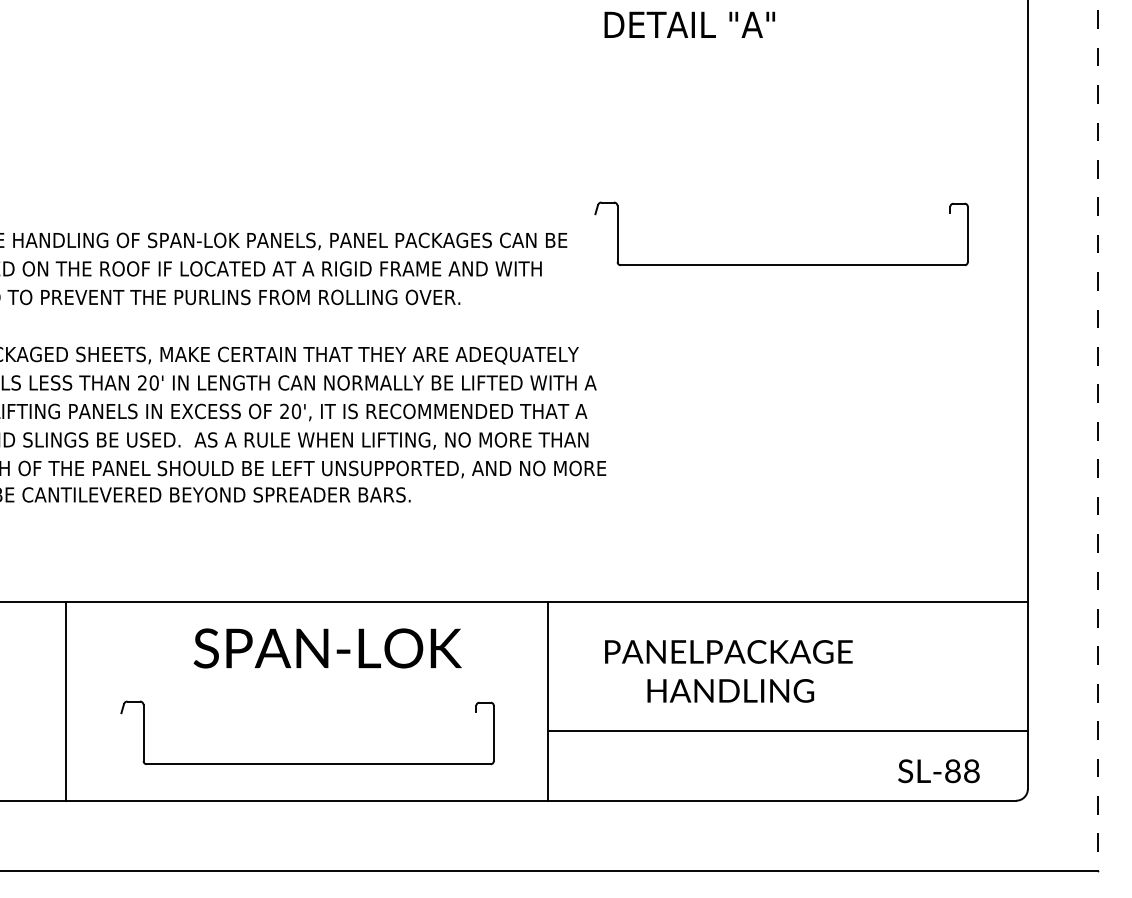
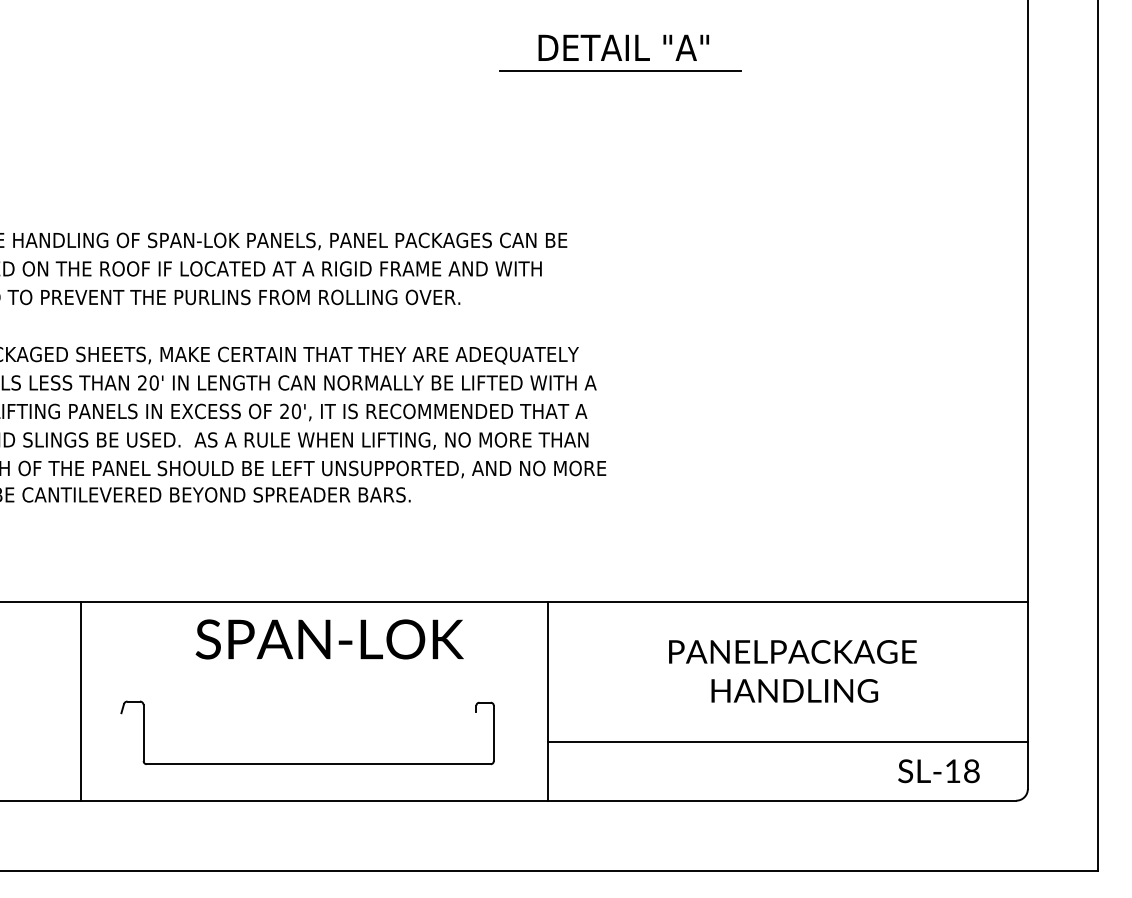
text at (689, 24) position: (689, 24) -> (623, 47)
line at (620, 71): none -> present
part at (781, 264): present -> none
line at (1098, 435): dashed -> solid
text at (327, 648) position: (327, 648) -> (329, 639)
text at (728, 671) position: (728, 671) -> (792, 671)
line at (65, 700) position: (65, 700) -> (80, 700)
line at (787, 731) position: (787, 731) -> (787, 742)
text at (952, 771): SL-88 -> SL-18
